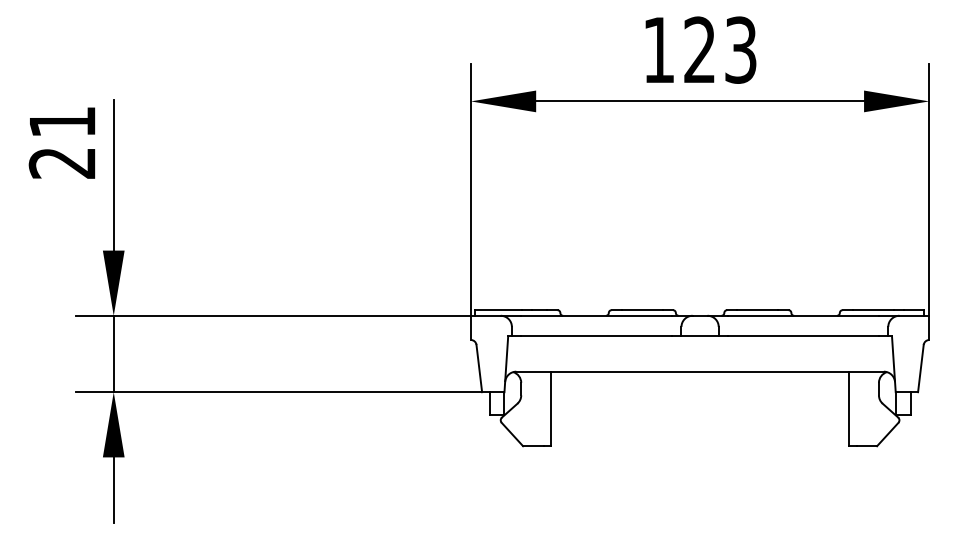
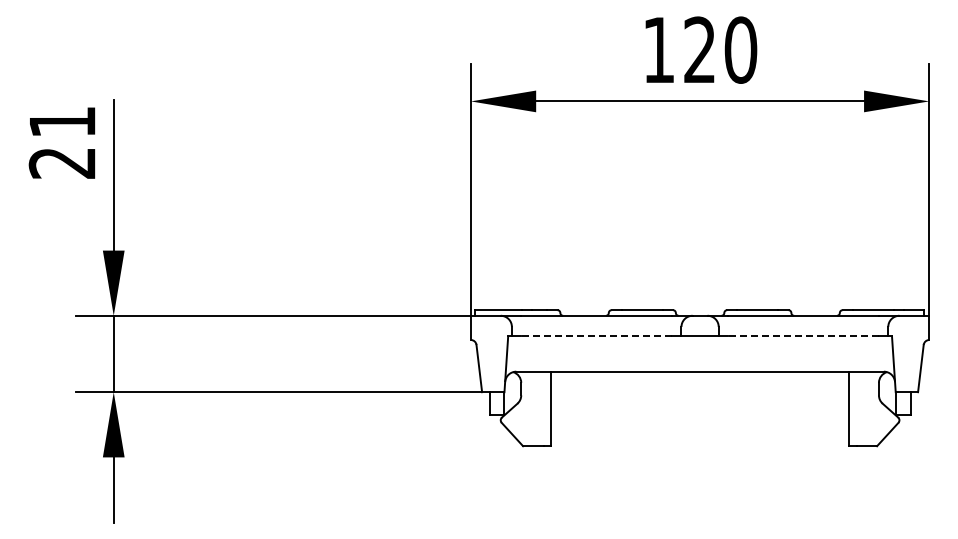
text at (740, 49): 123 -> 120
line at (596, 336): solid -> dashed
line at (803, 336): solid -> dashed
